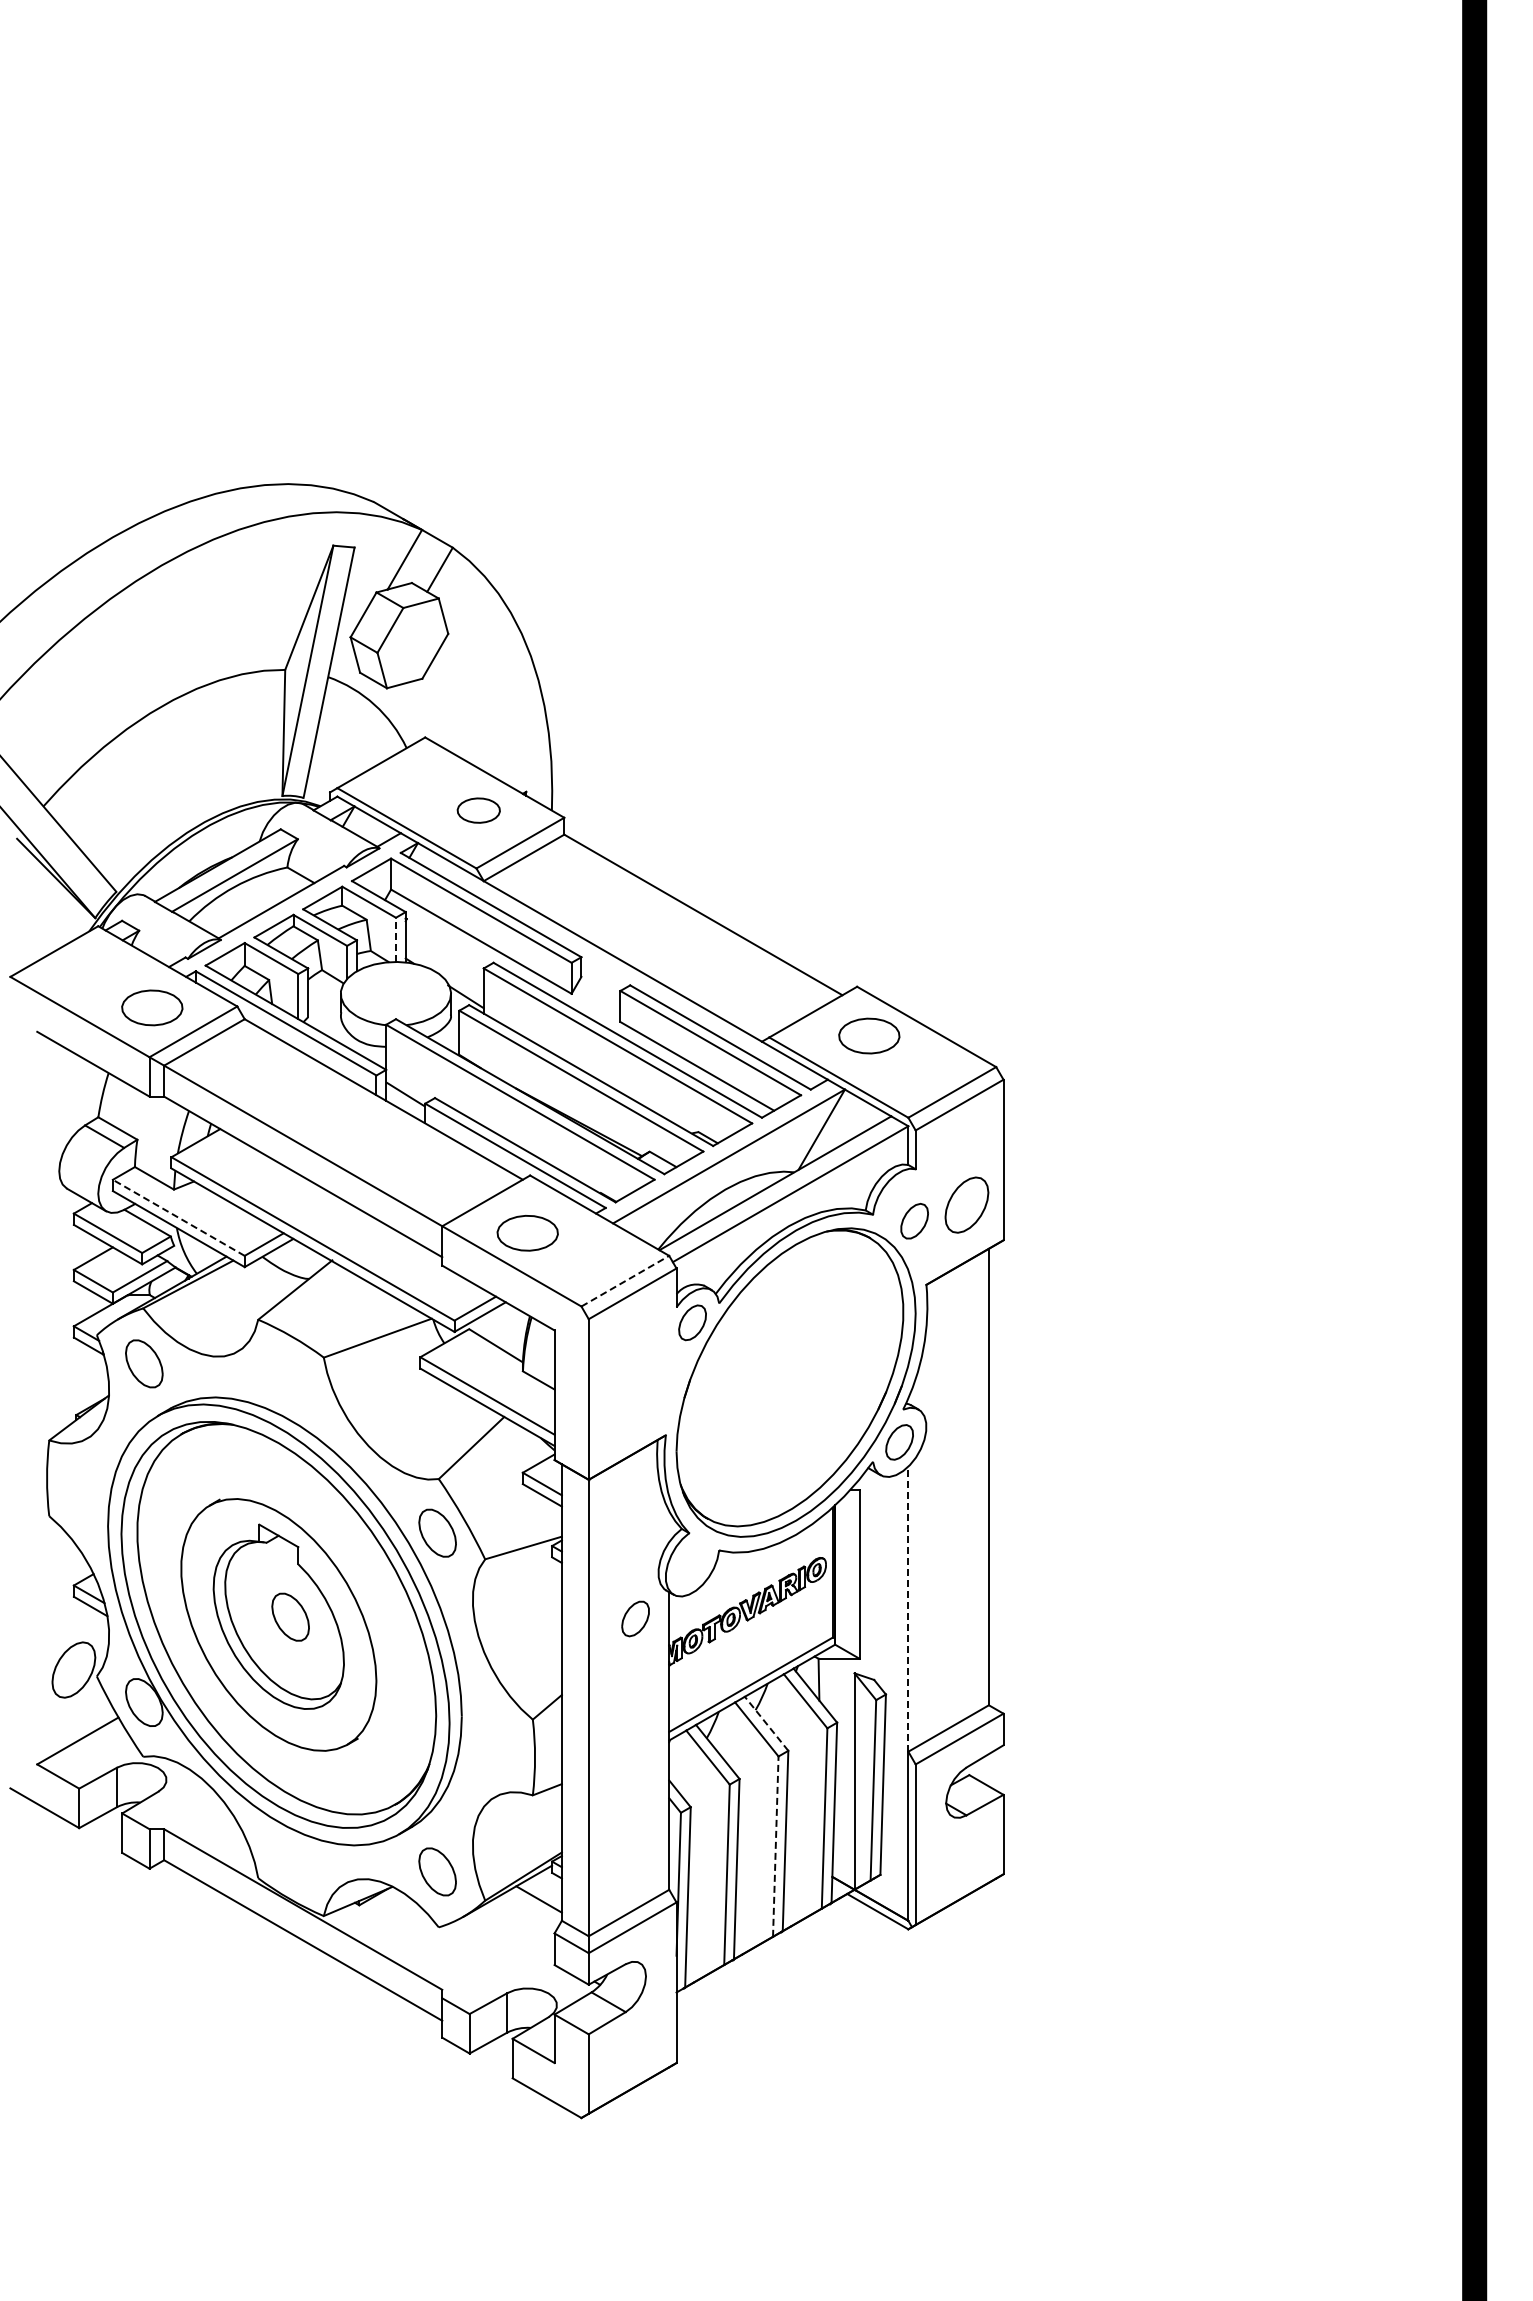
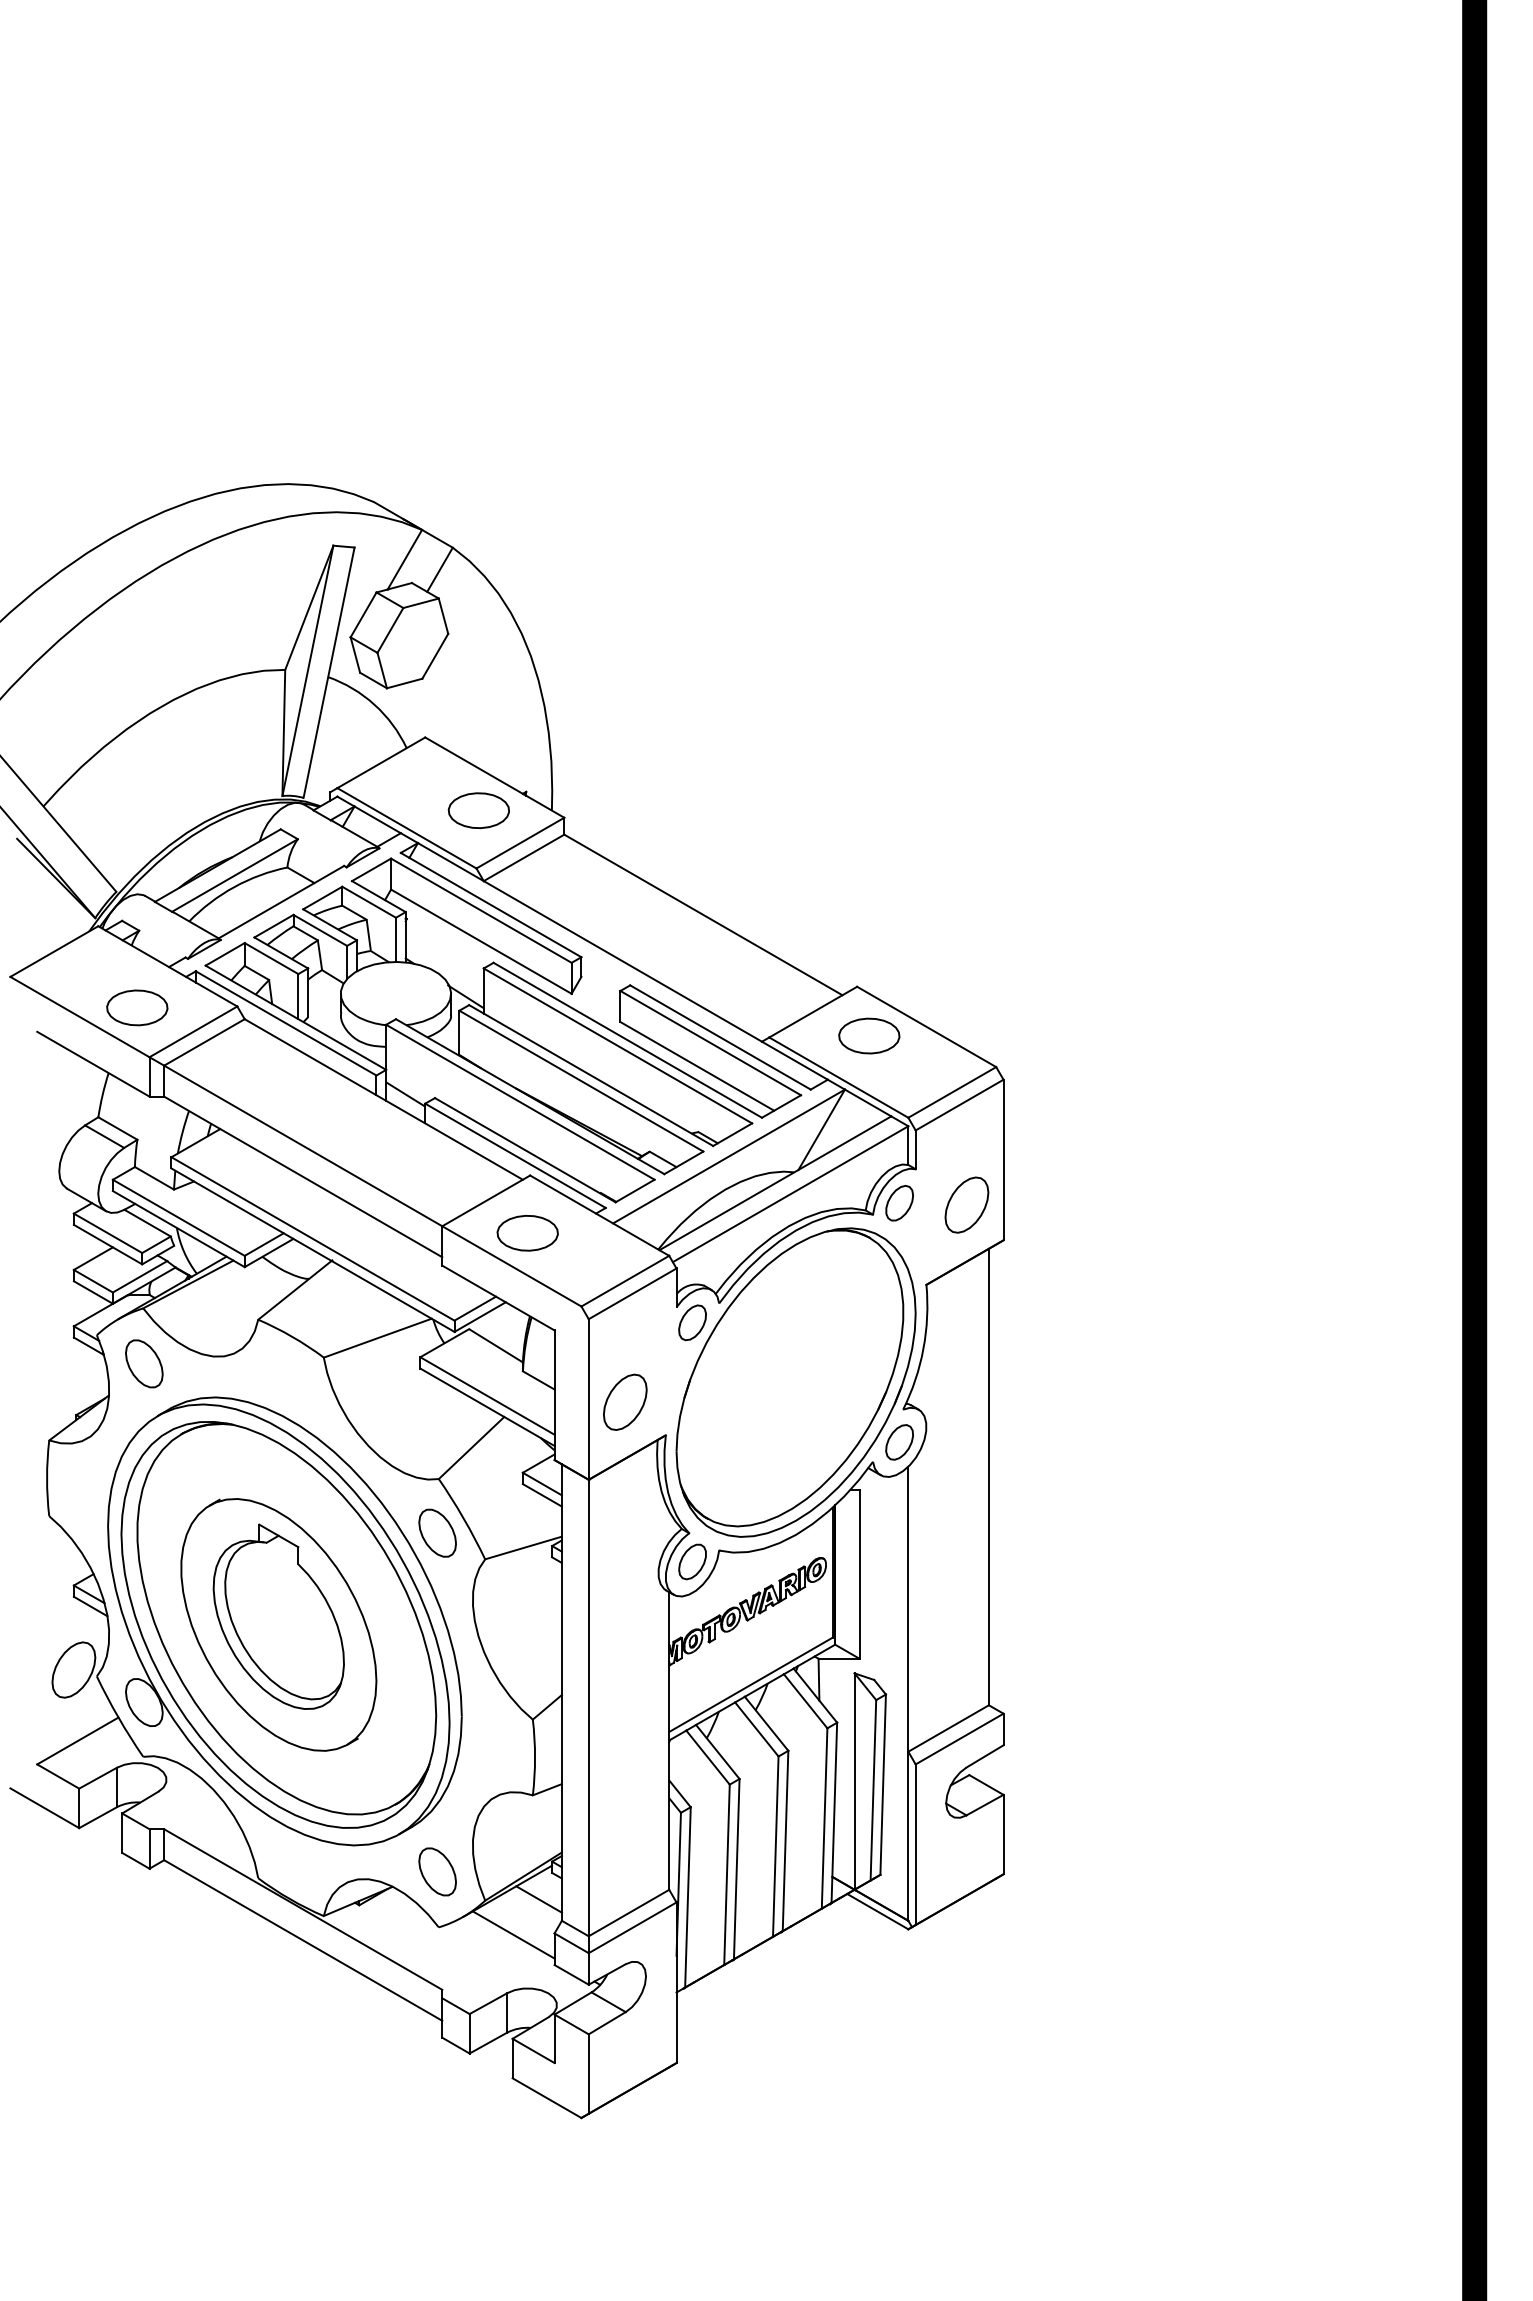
part at (478, 810) size: 45x27 px -> 63x37 px
line at (396, 939): dashed -> solid
part at (152, 1007) position: (152, 1007) -> (137, 1007)
line at (178, 1217): dashed -> solid
part at (914, 1221) position: (914, 1221) -> (899, 1203)
line at (625, 1281): dashed -> solid
part at (625, 1401): none -> present
line at (908, 1609): dashed -> solid
part at (290, 1616): present -> none
part at (635, 1618) position: (635, 1618) -> (692, 1561)
line at (766, 1723): dashed -> solid
line at (775, 1846): dashed -> solid
line at (513, 1934): none -> present
